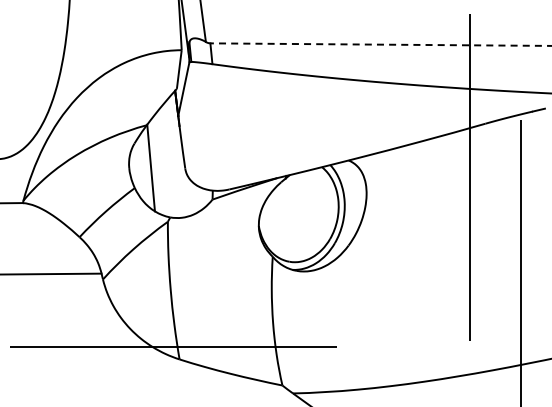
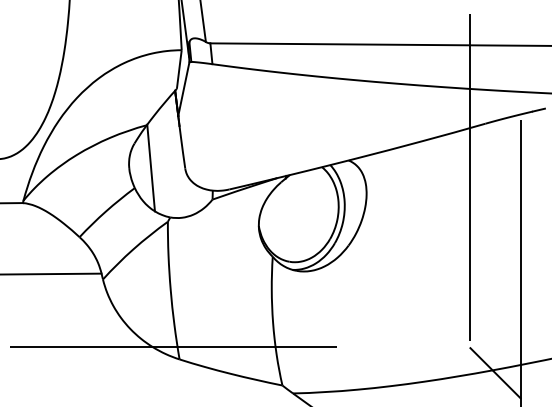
line at (380, 44): dashed -> solid
line at (495, 372): none -> present
